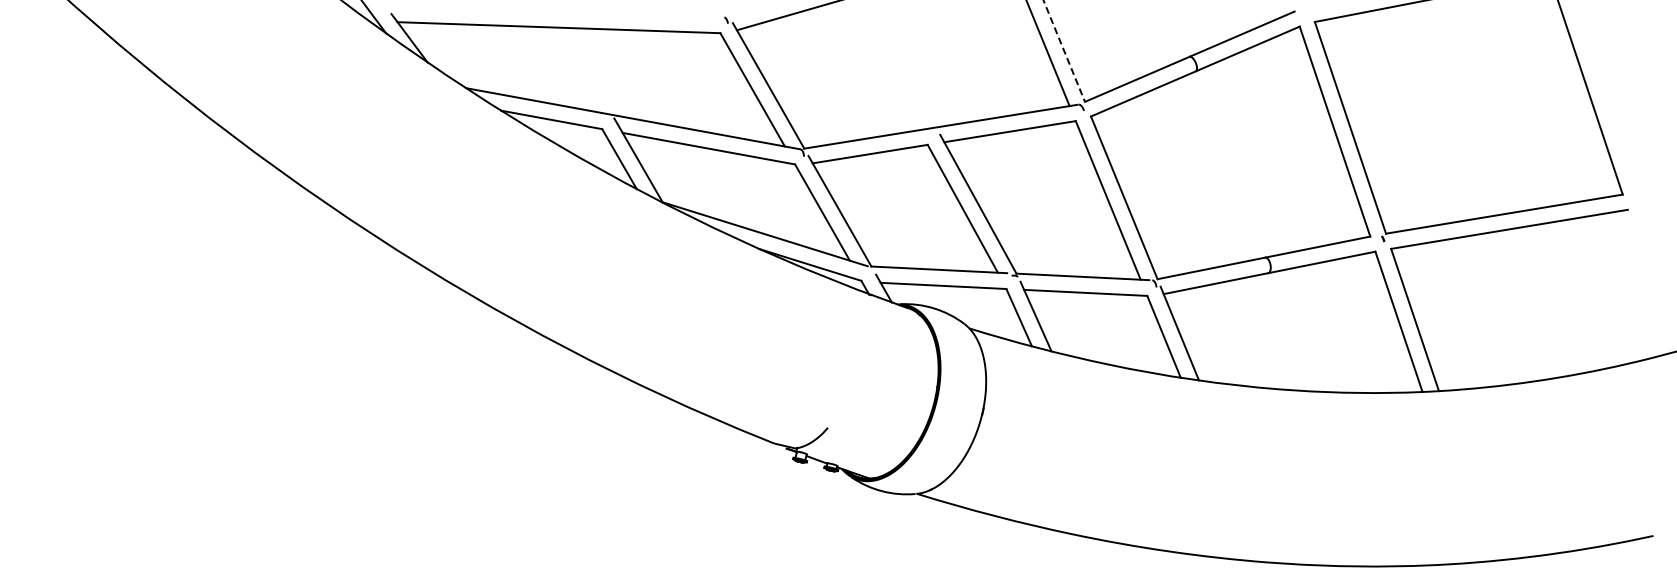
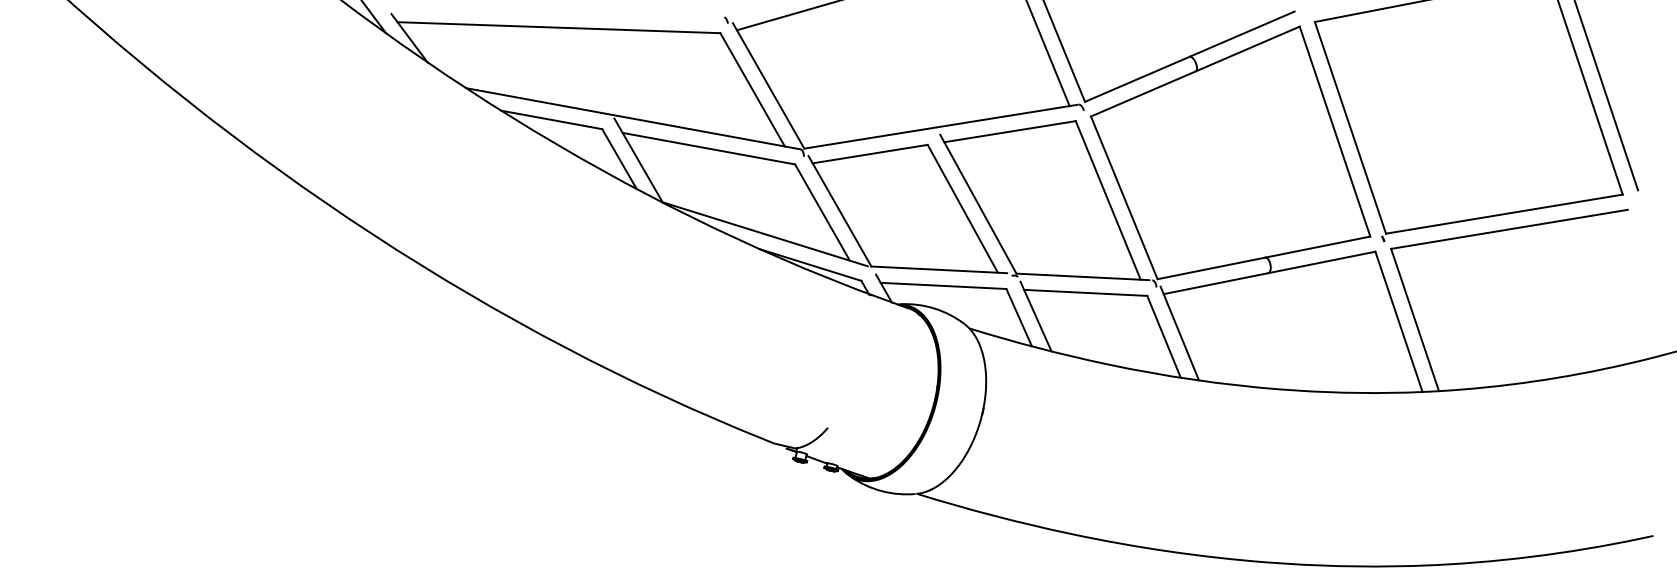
line at (1064, 51): dashed -> solid
line at (1606, 96): none -> present
